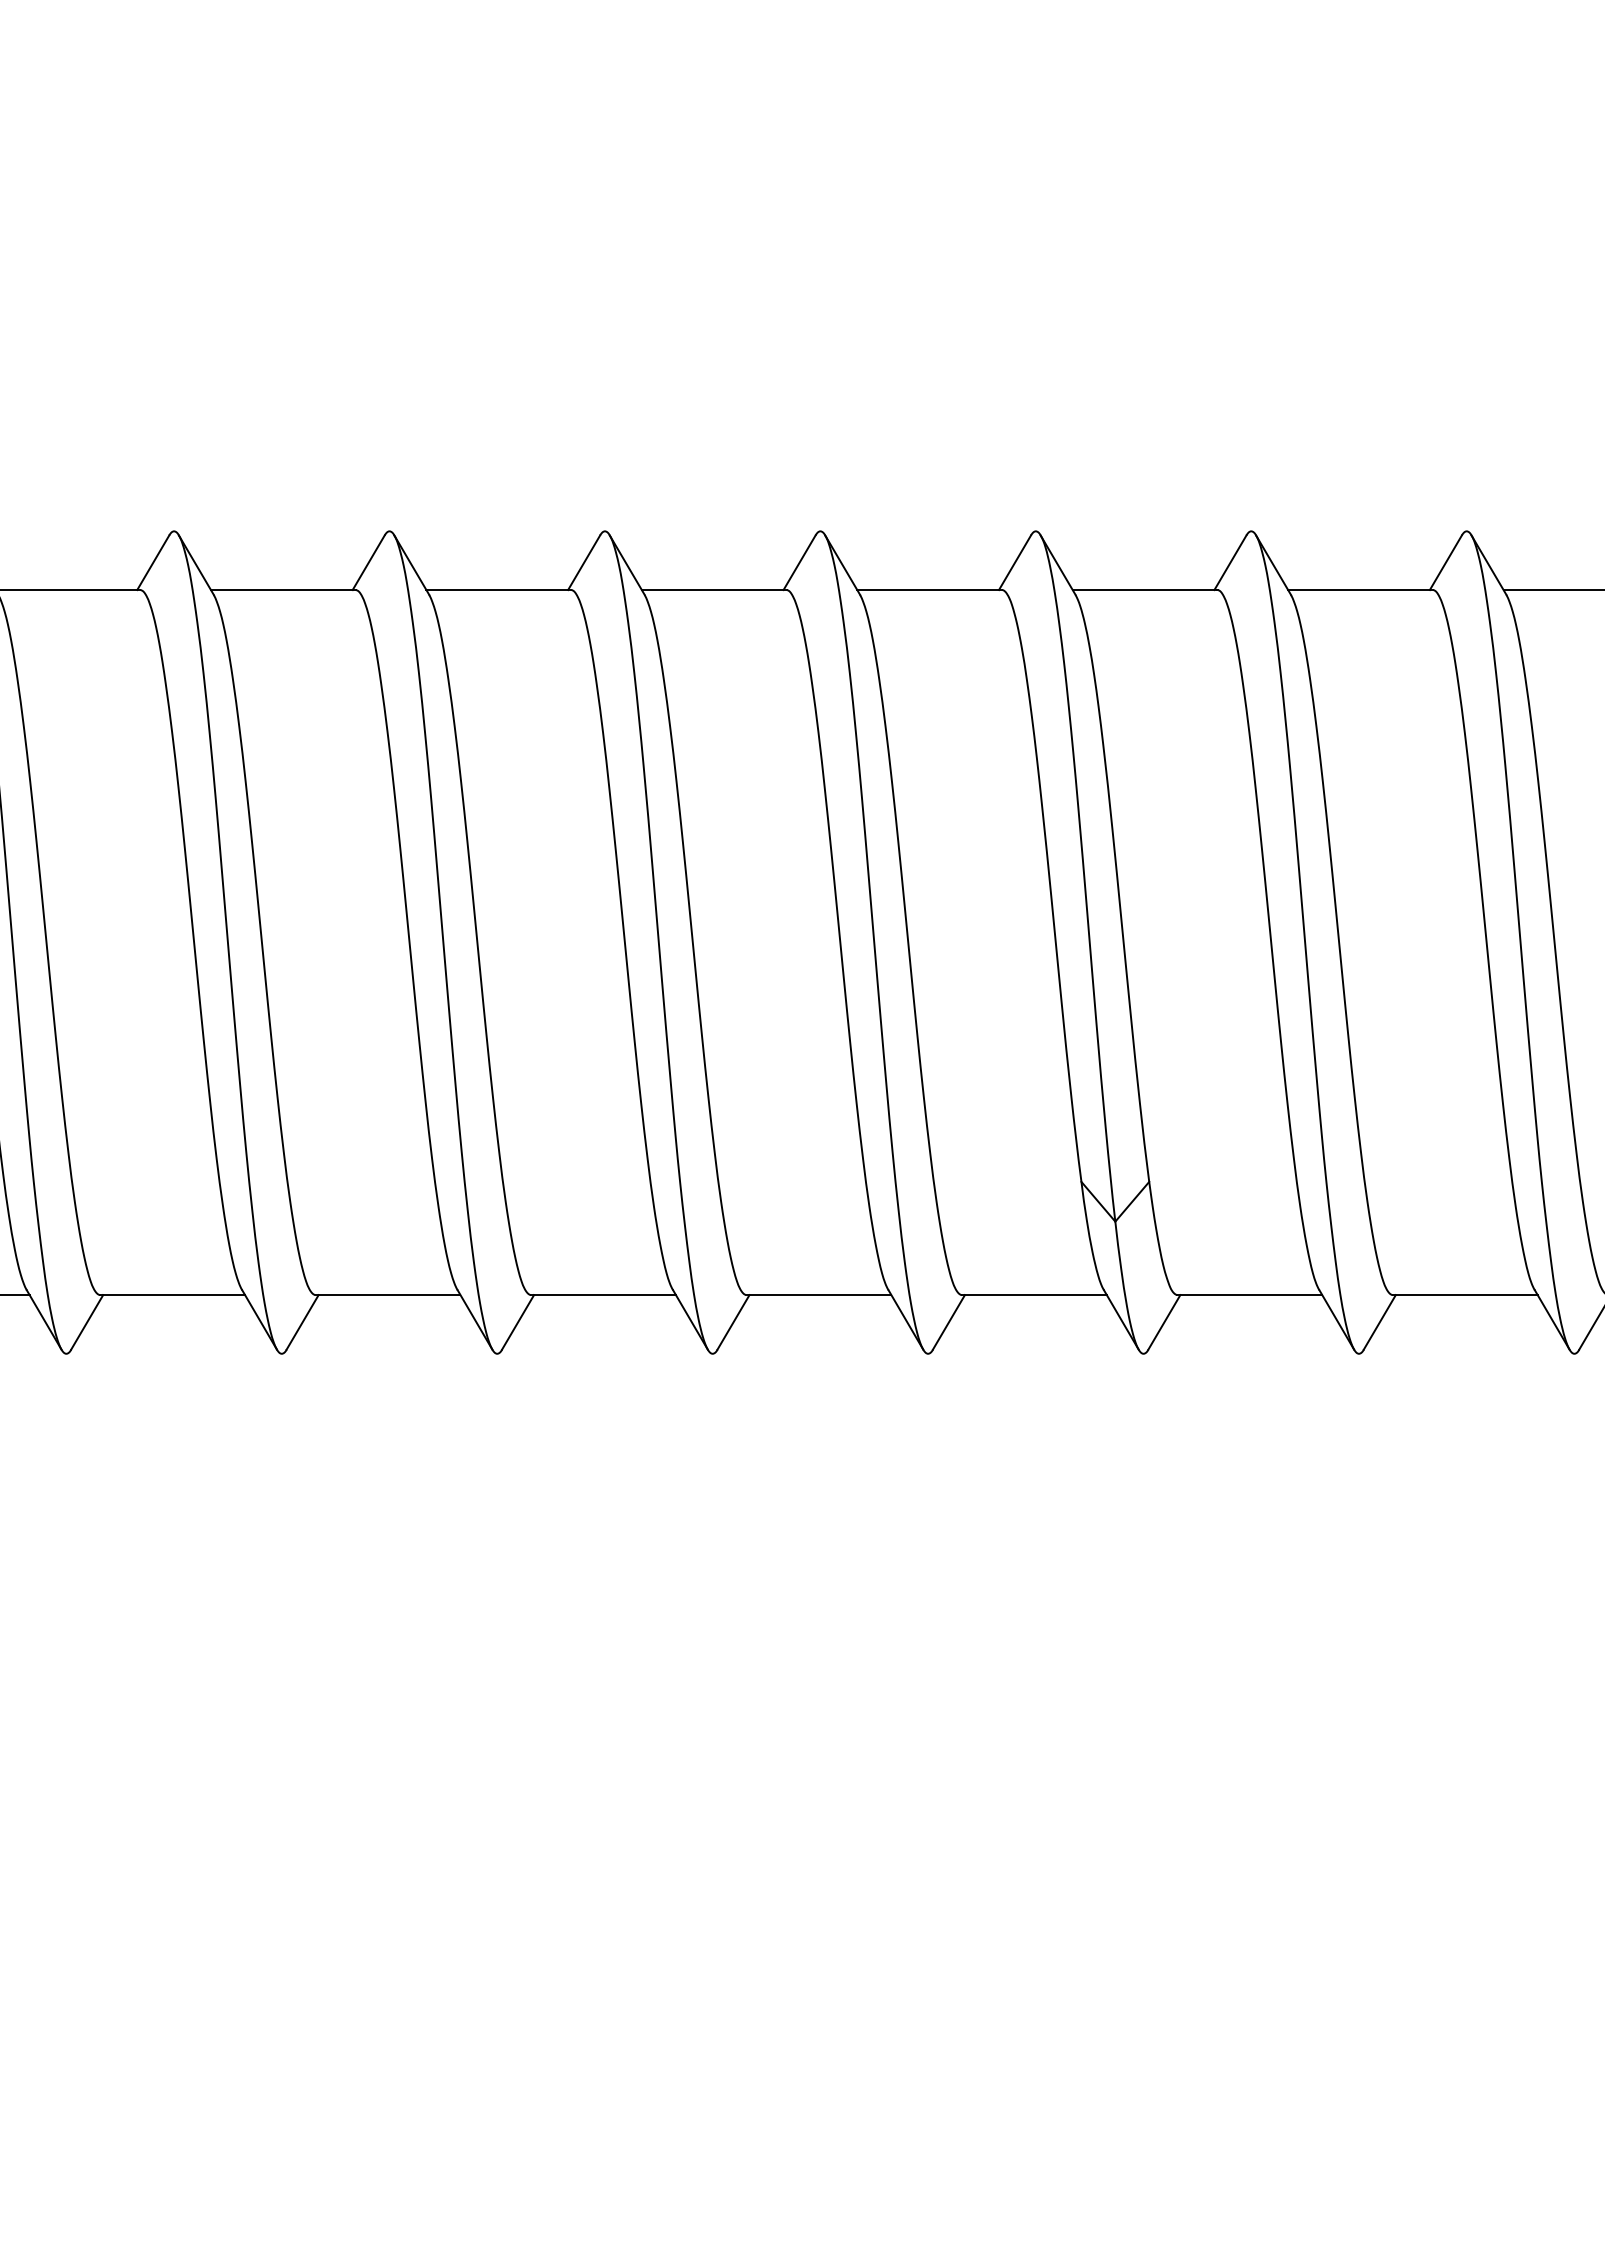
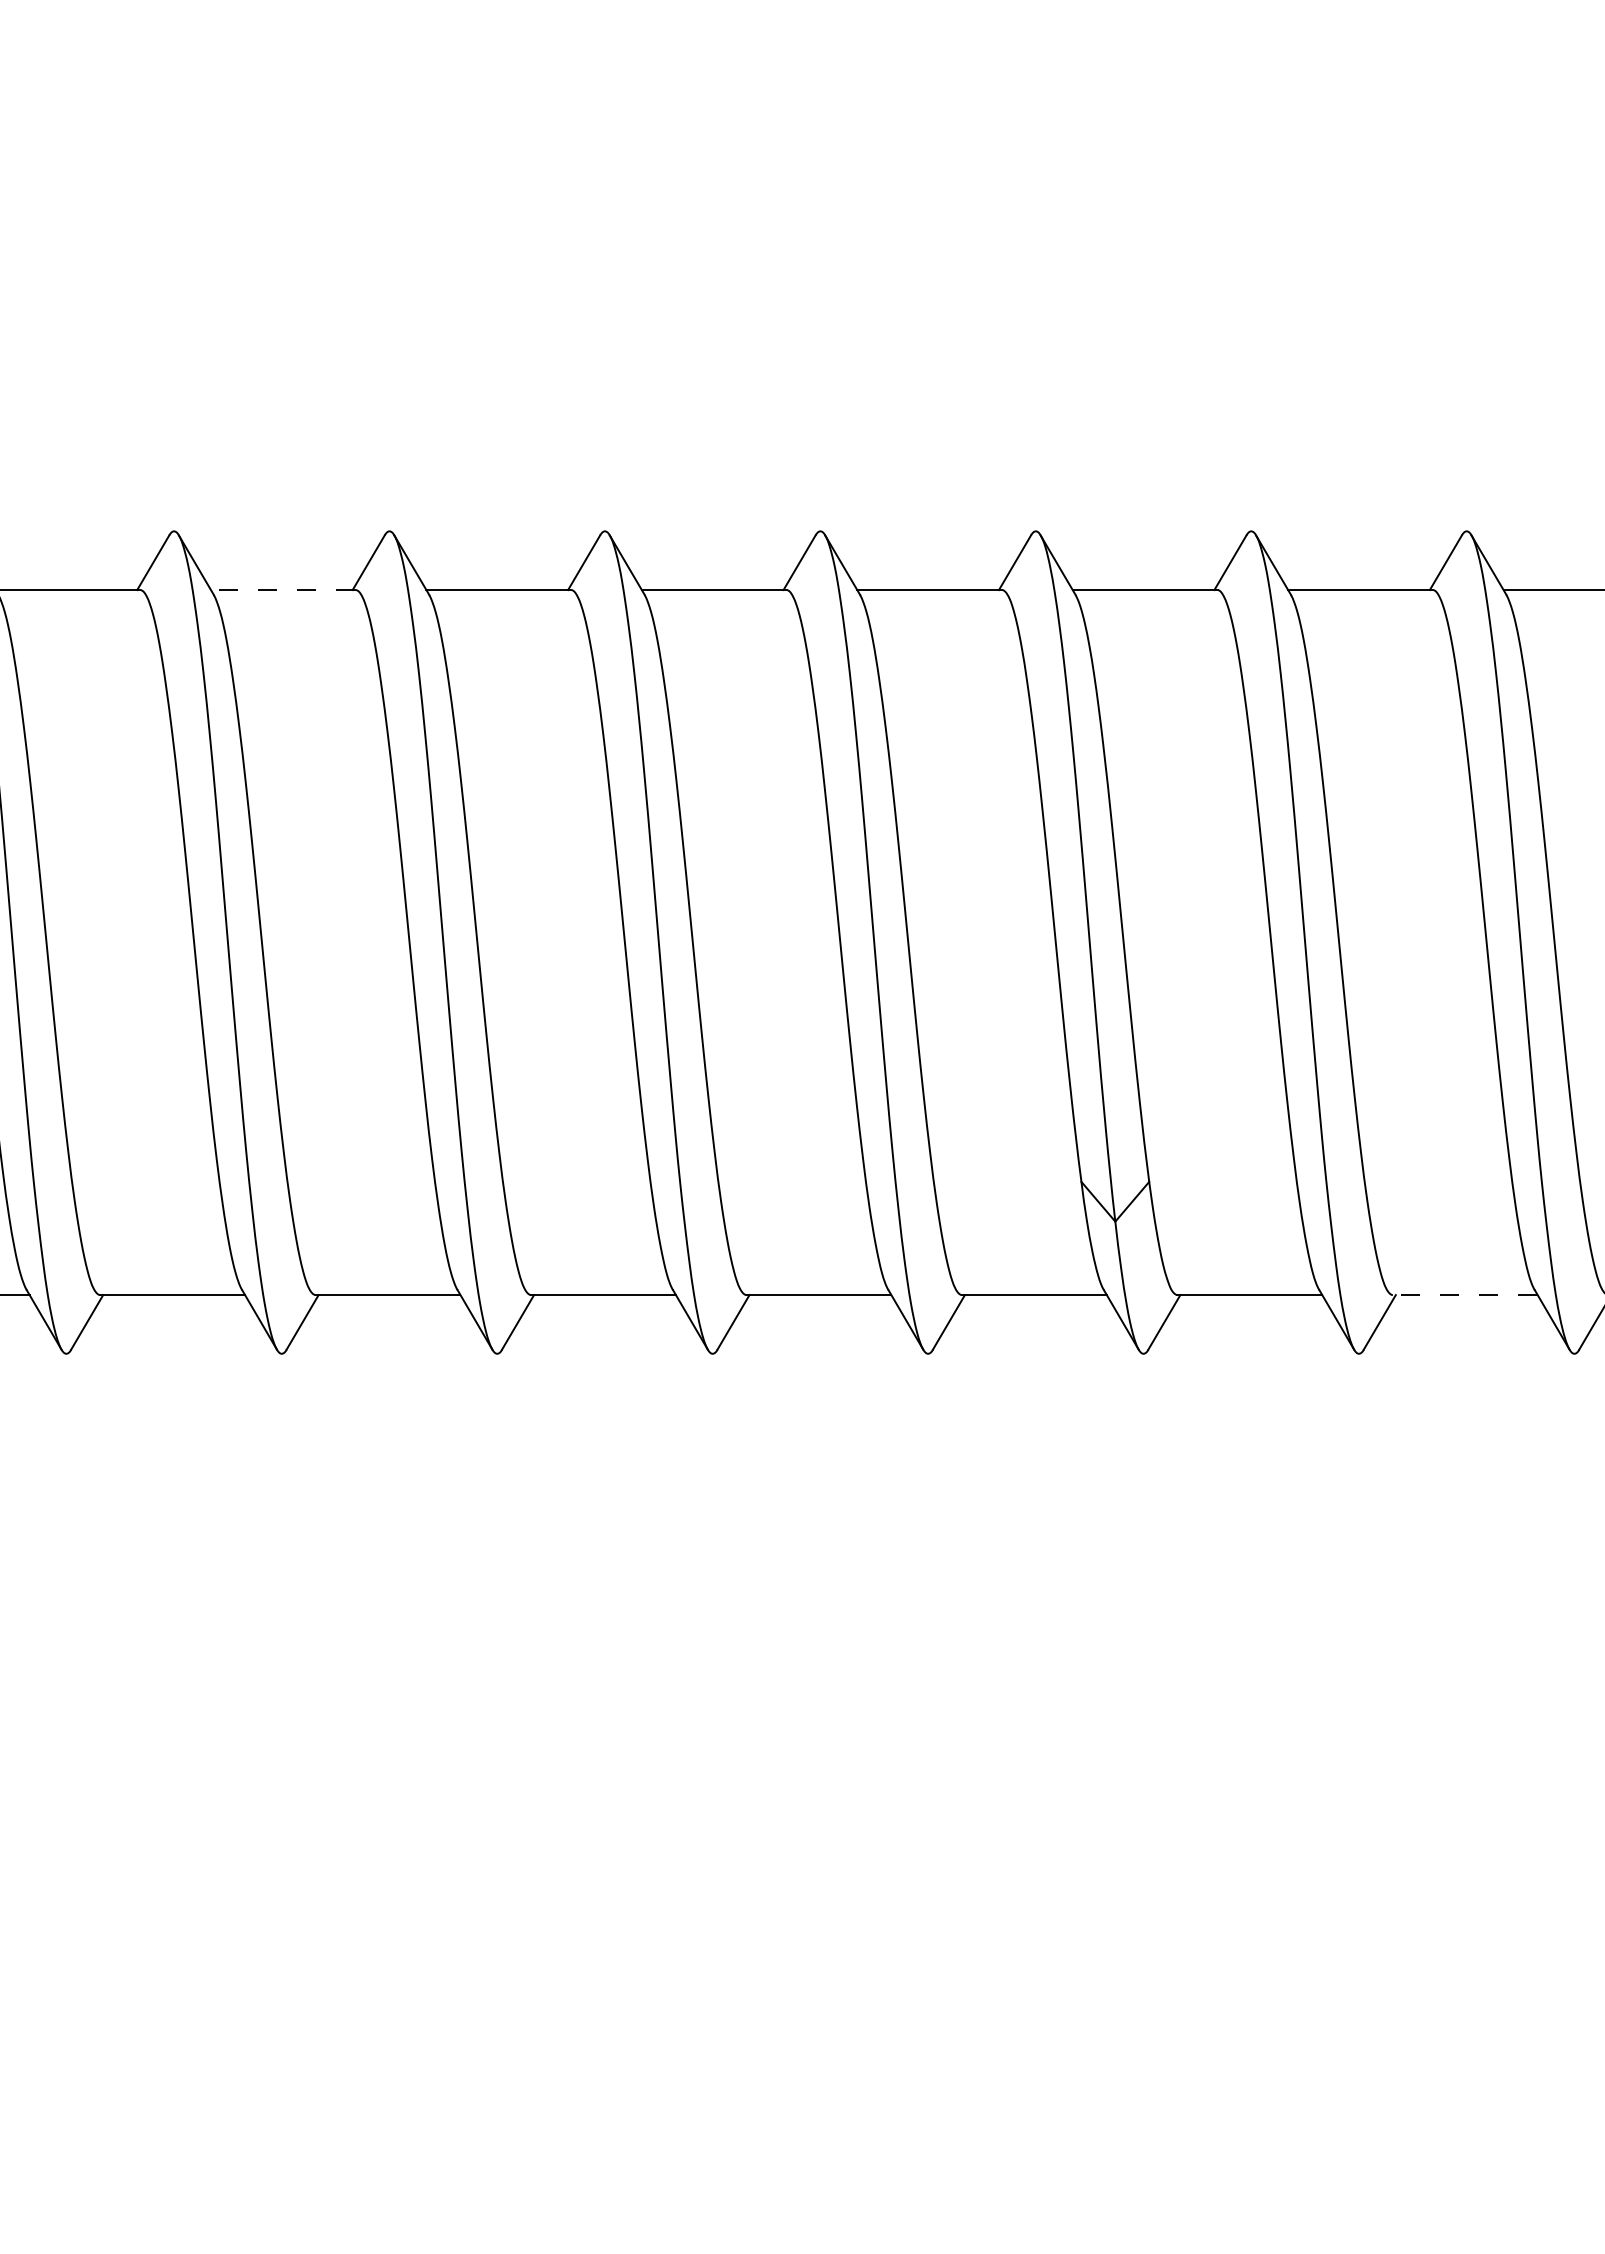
line at (282, 590): solid -> dashed
line at (1464, 1295): solid -> dashed
